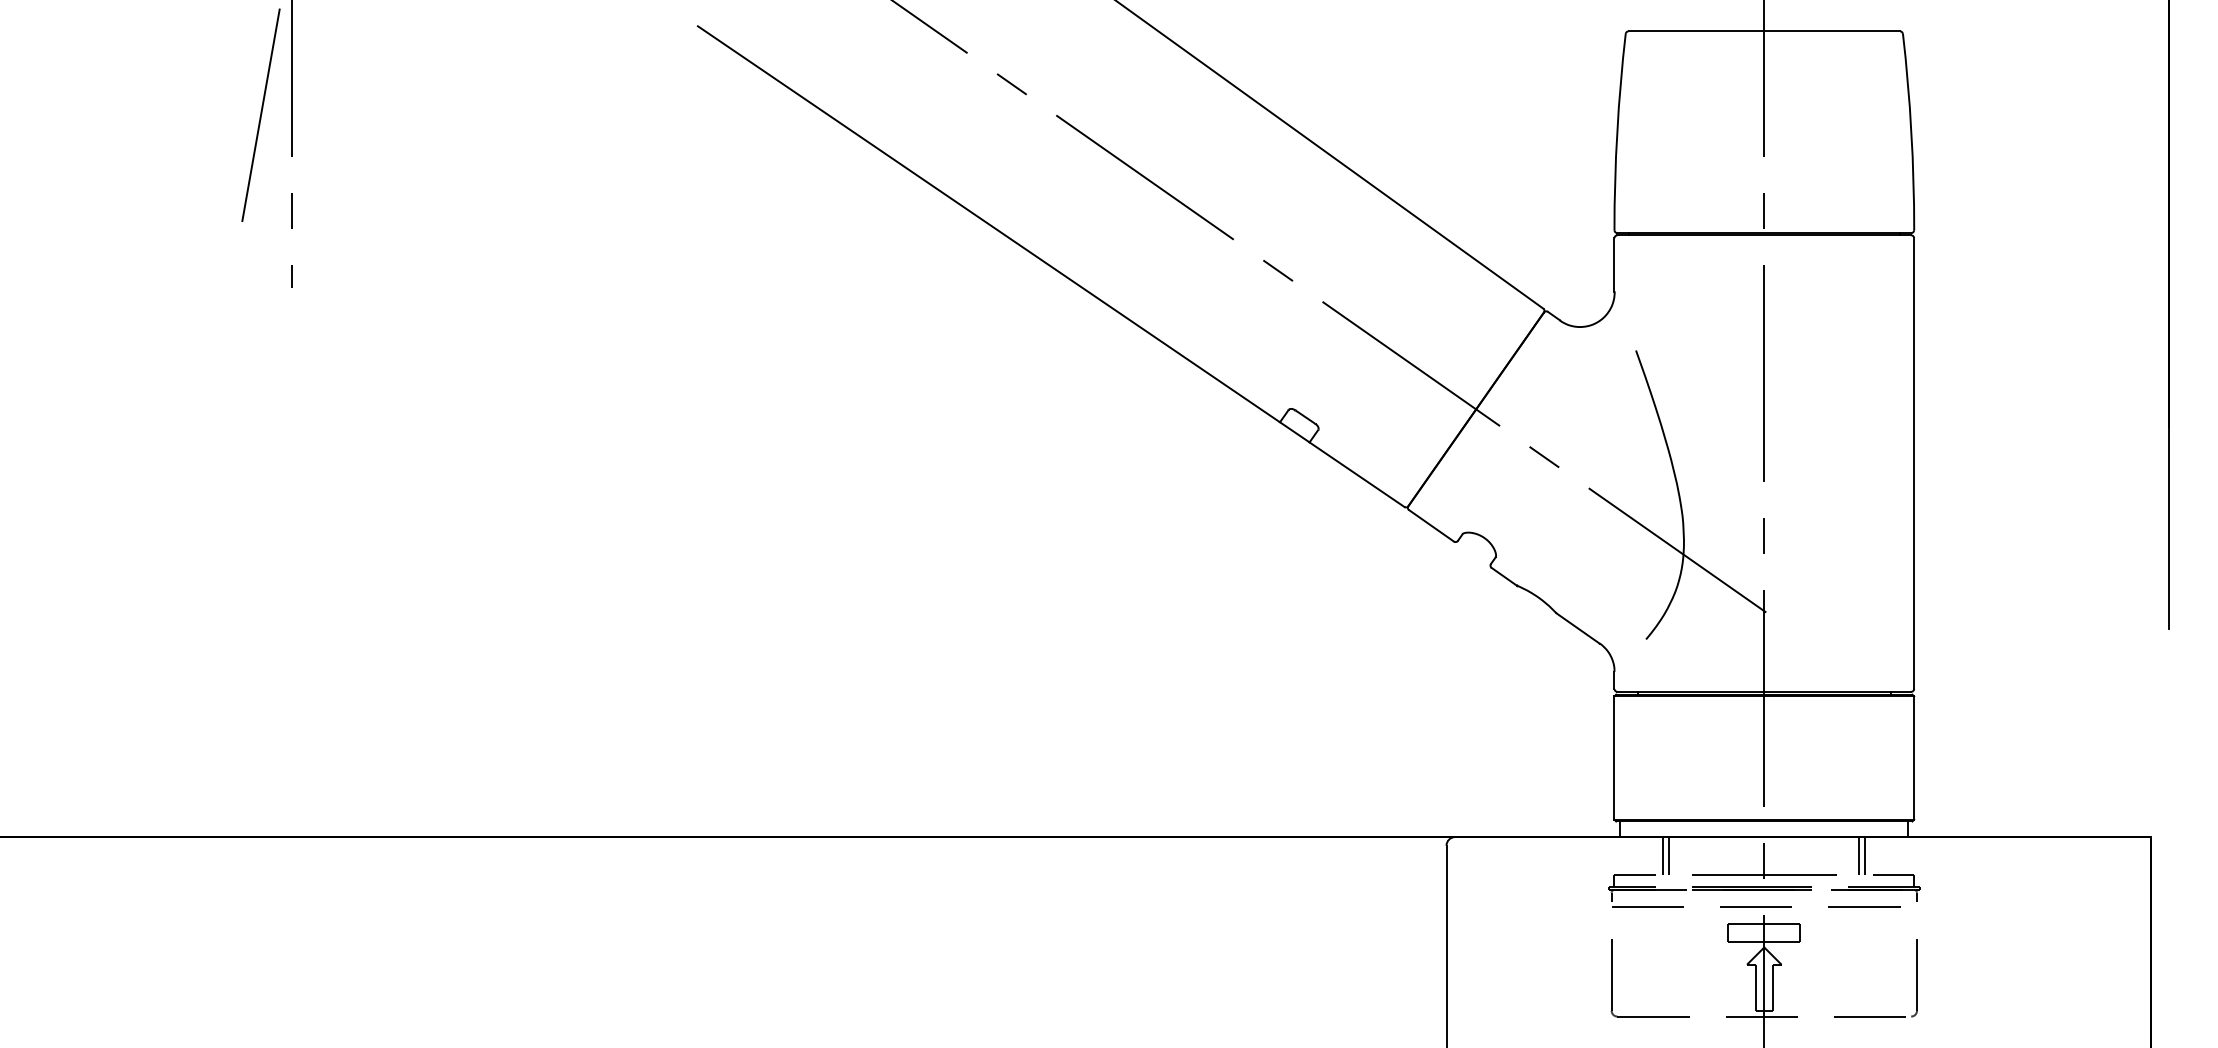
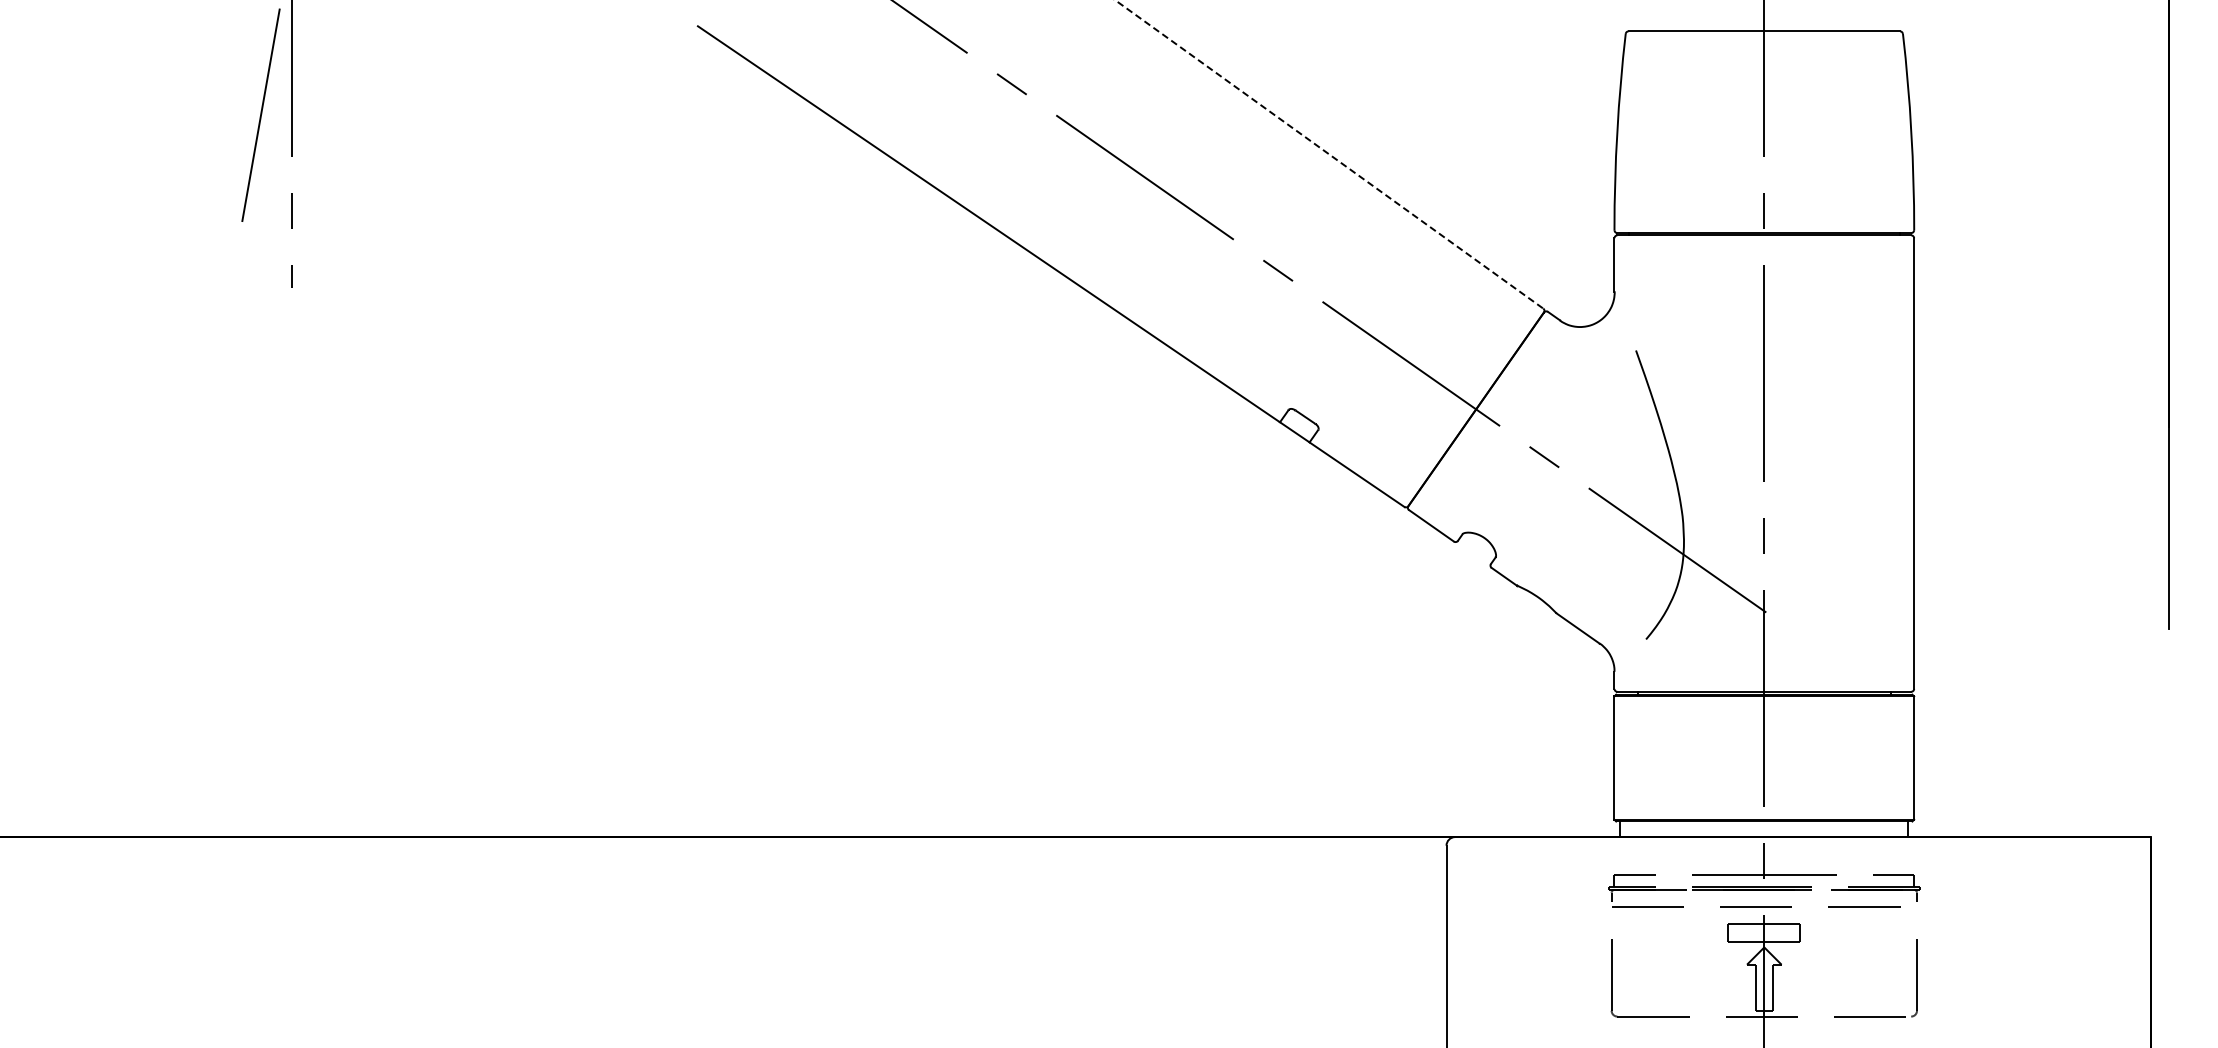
line at (1329, 154): solid -> dashed
line at (1663, 856): present -> none
line at (1669, 856): present -> none
line at (1859, 856): present -> none
line at (1865, 856): present -> none
